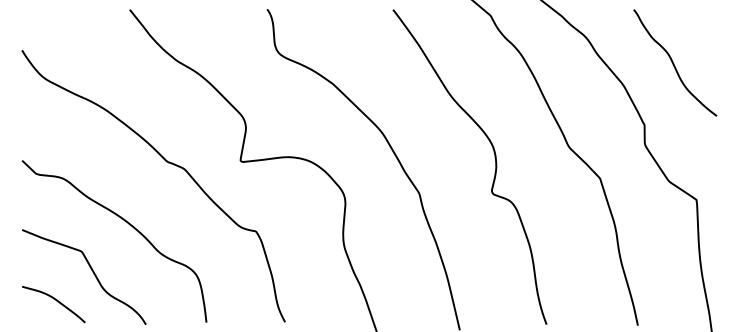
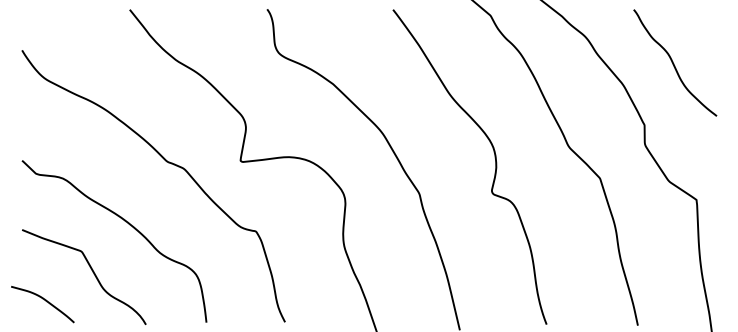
curve at (56, 301) position: (56, 301) -> (45, 301)
